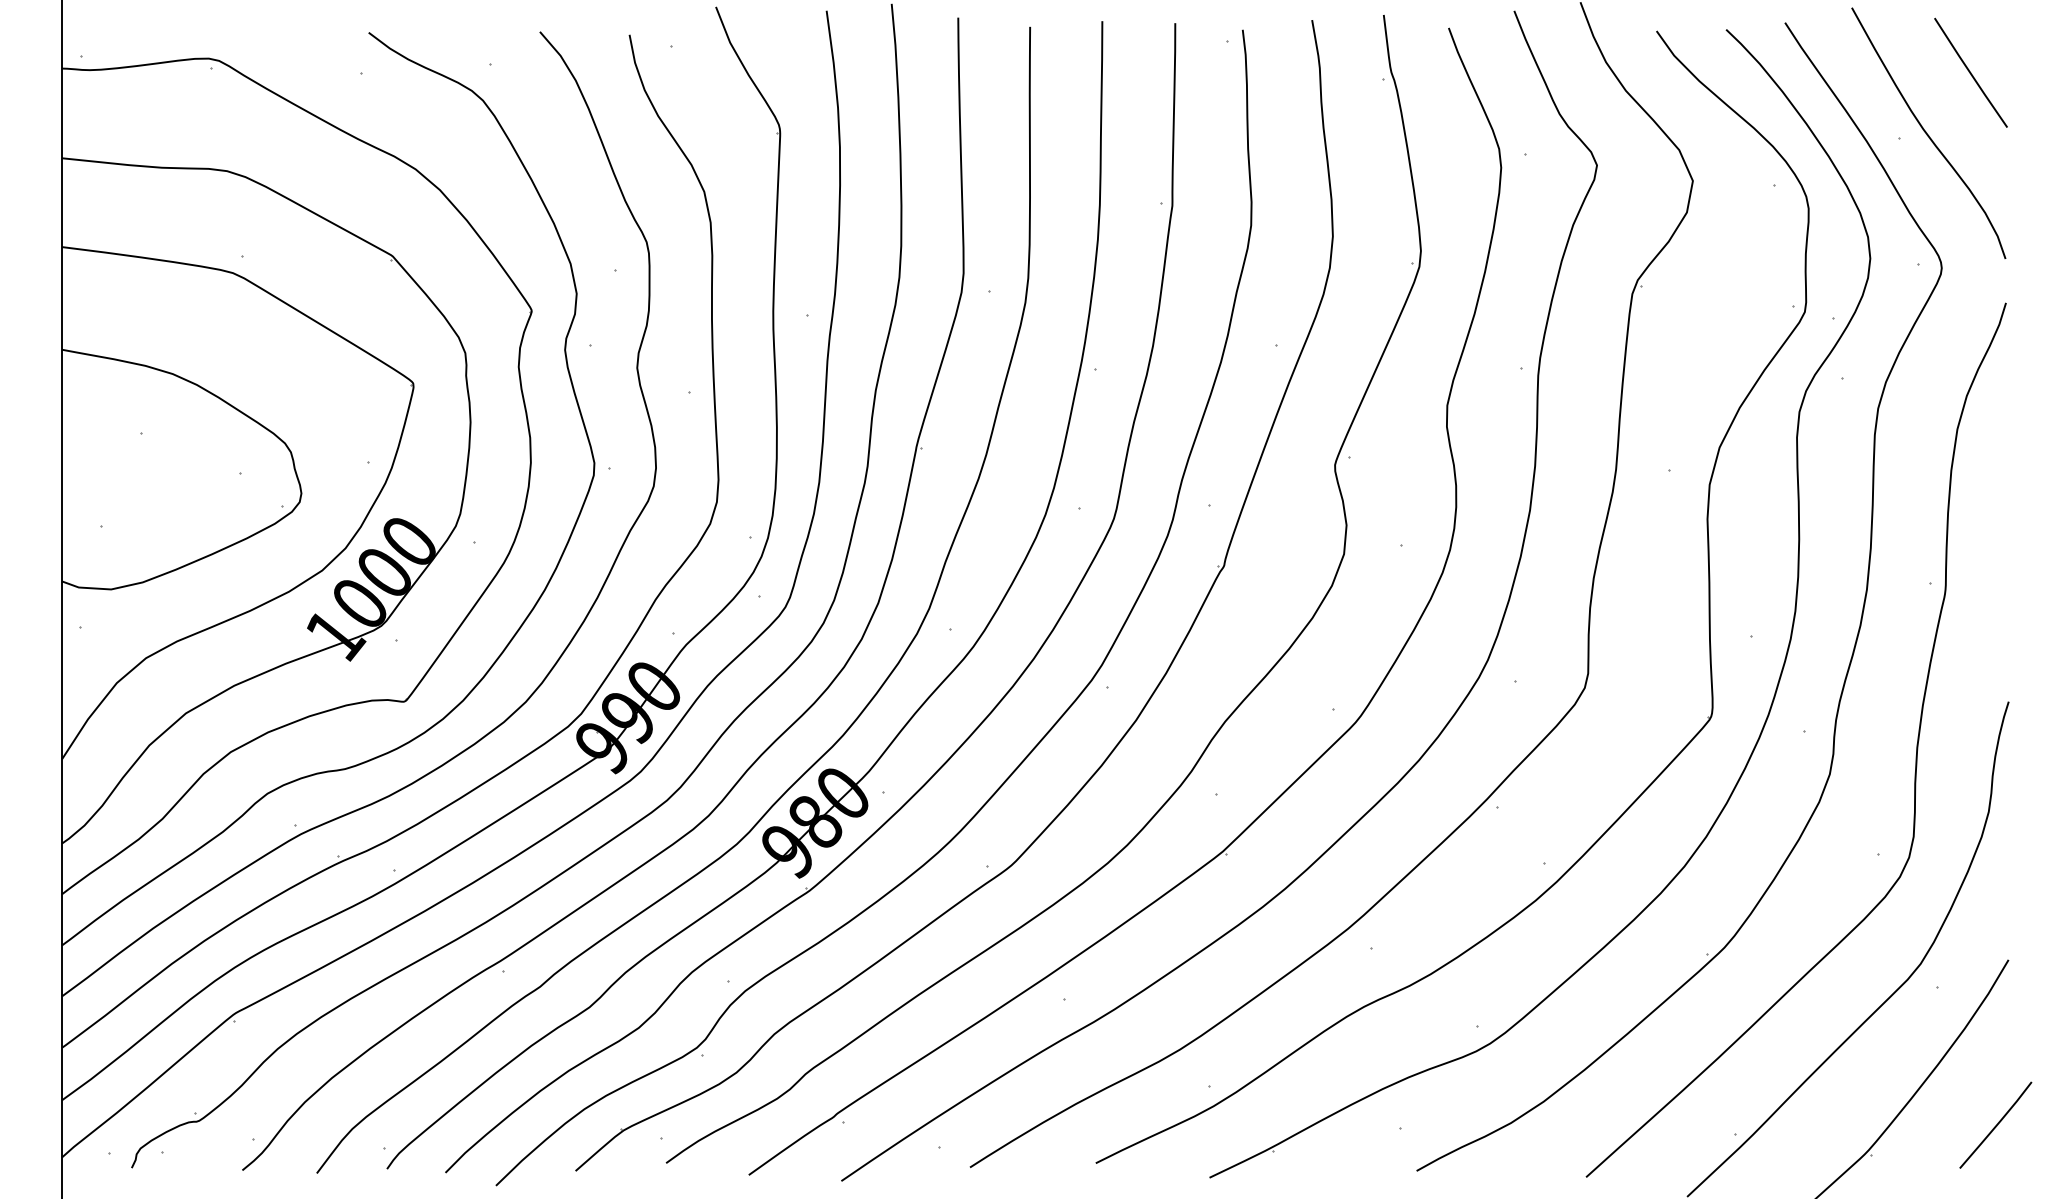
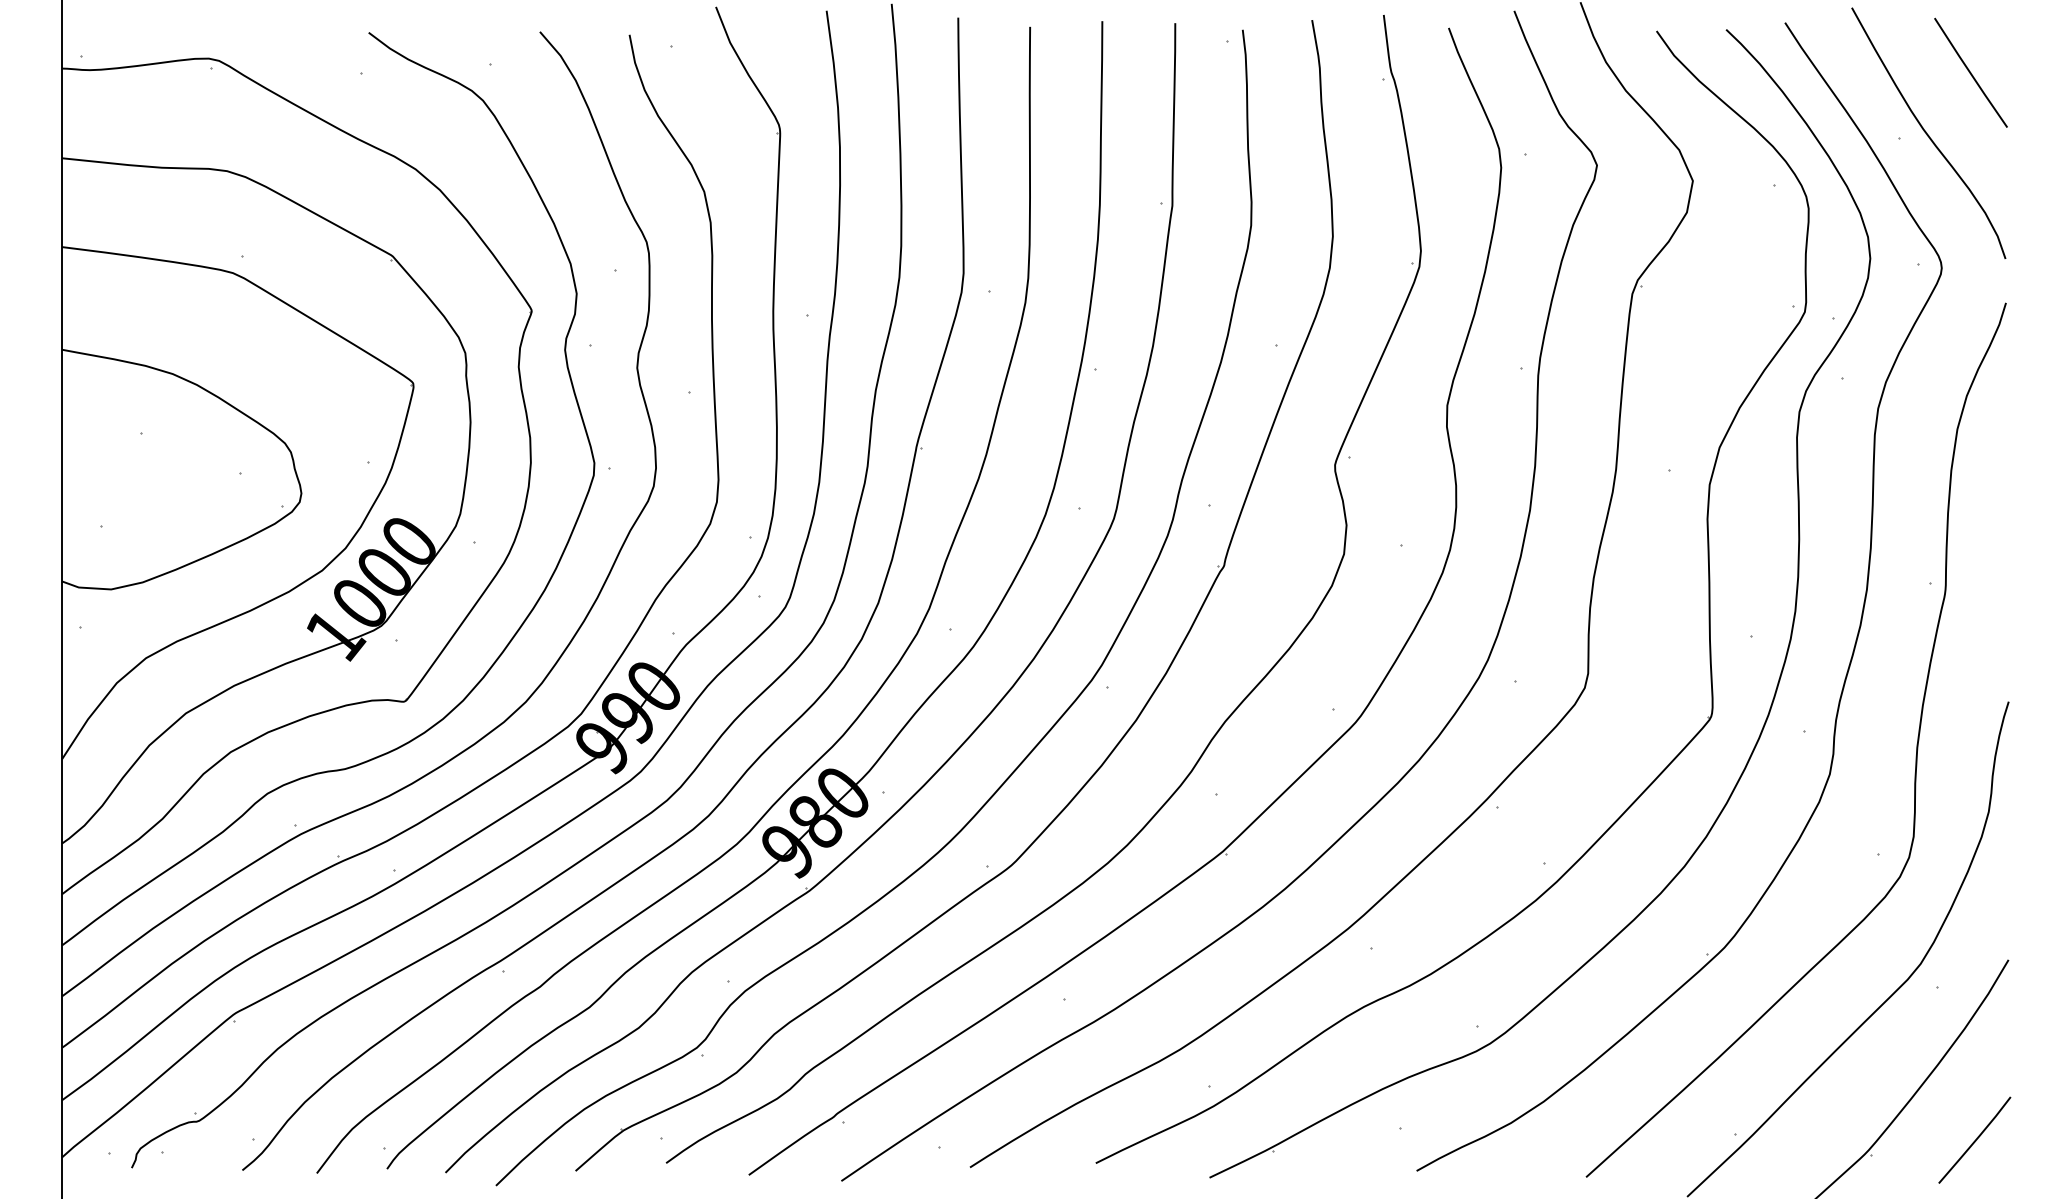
line at (1996, 1124) position: (1996, 1124) -> (1975, 1139)
